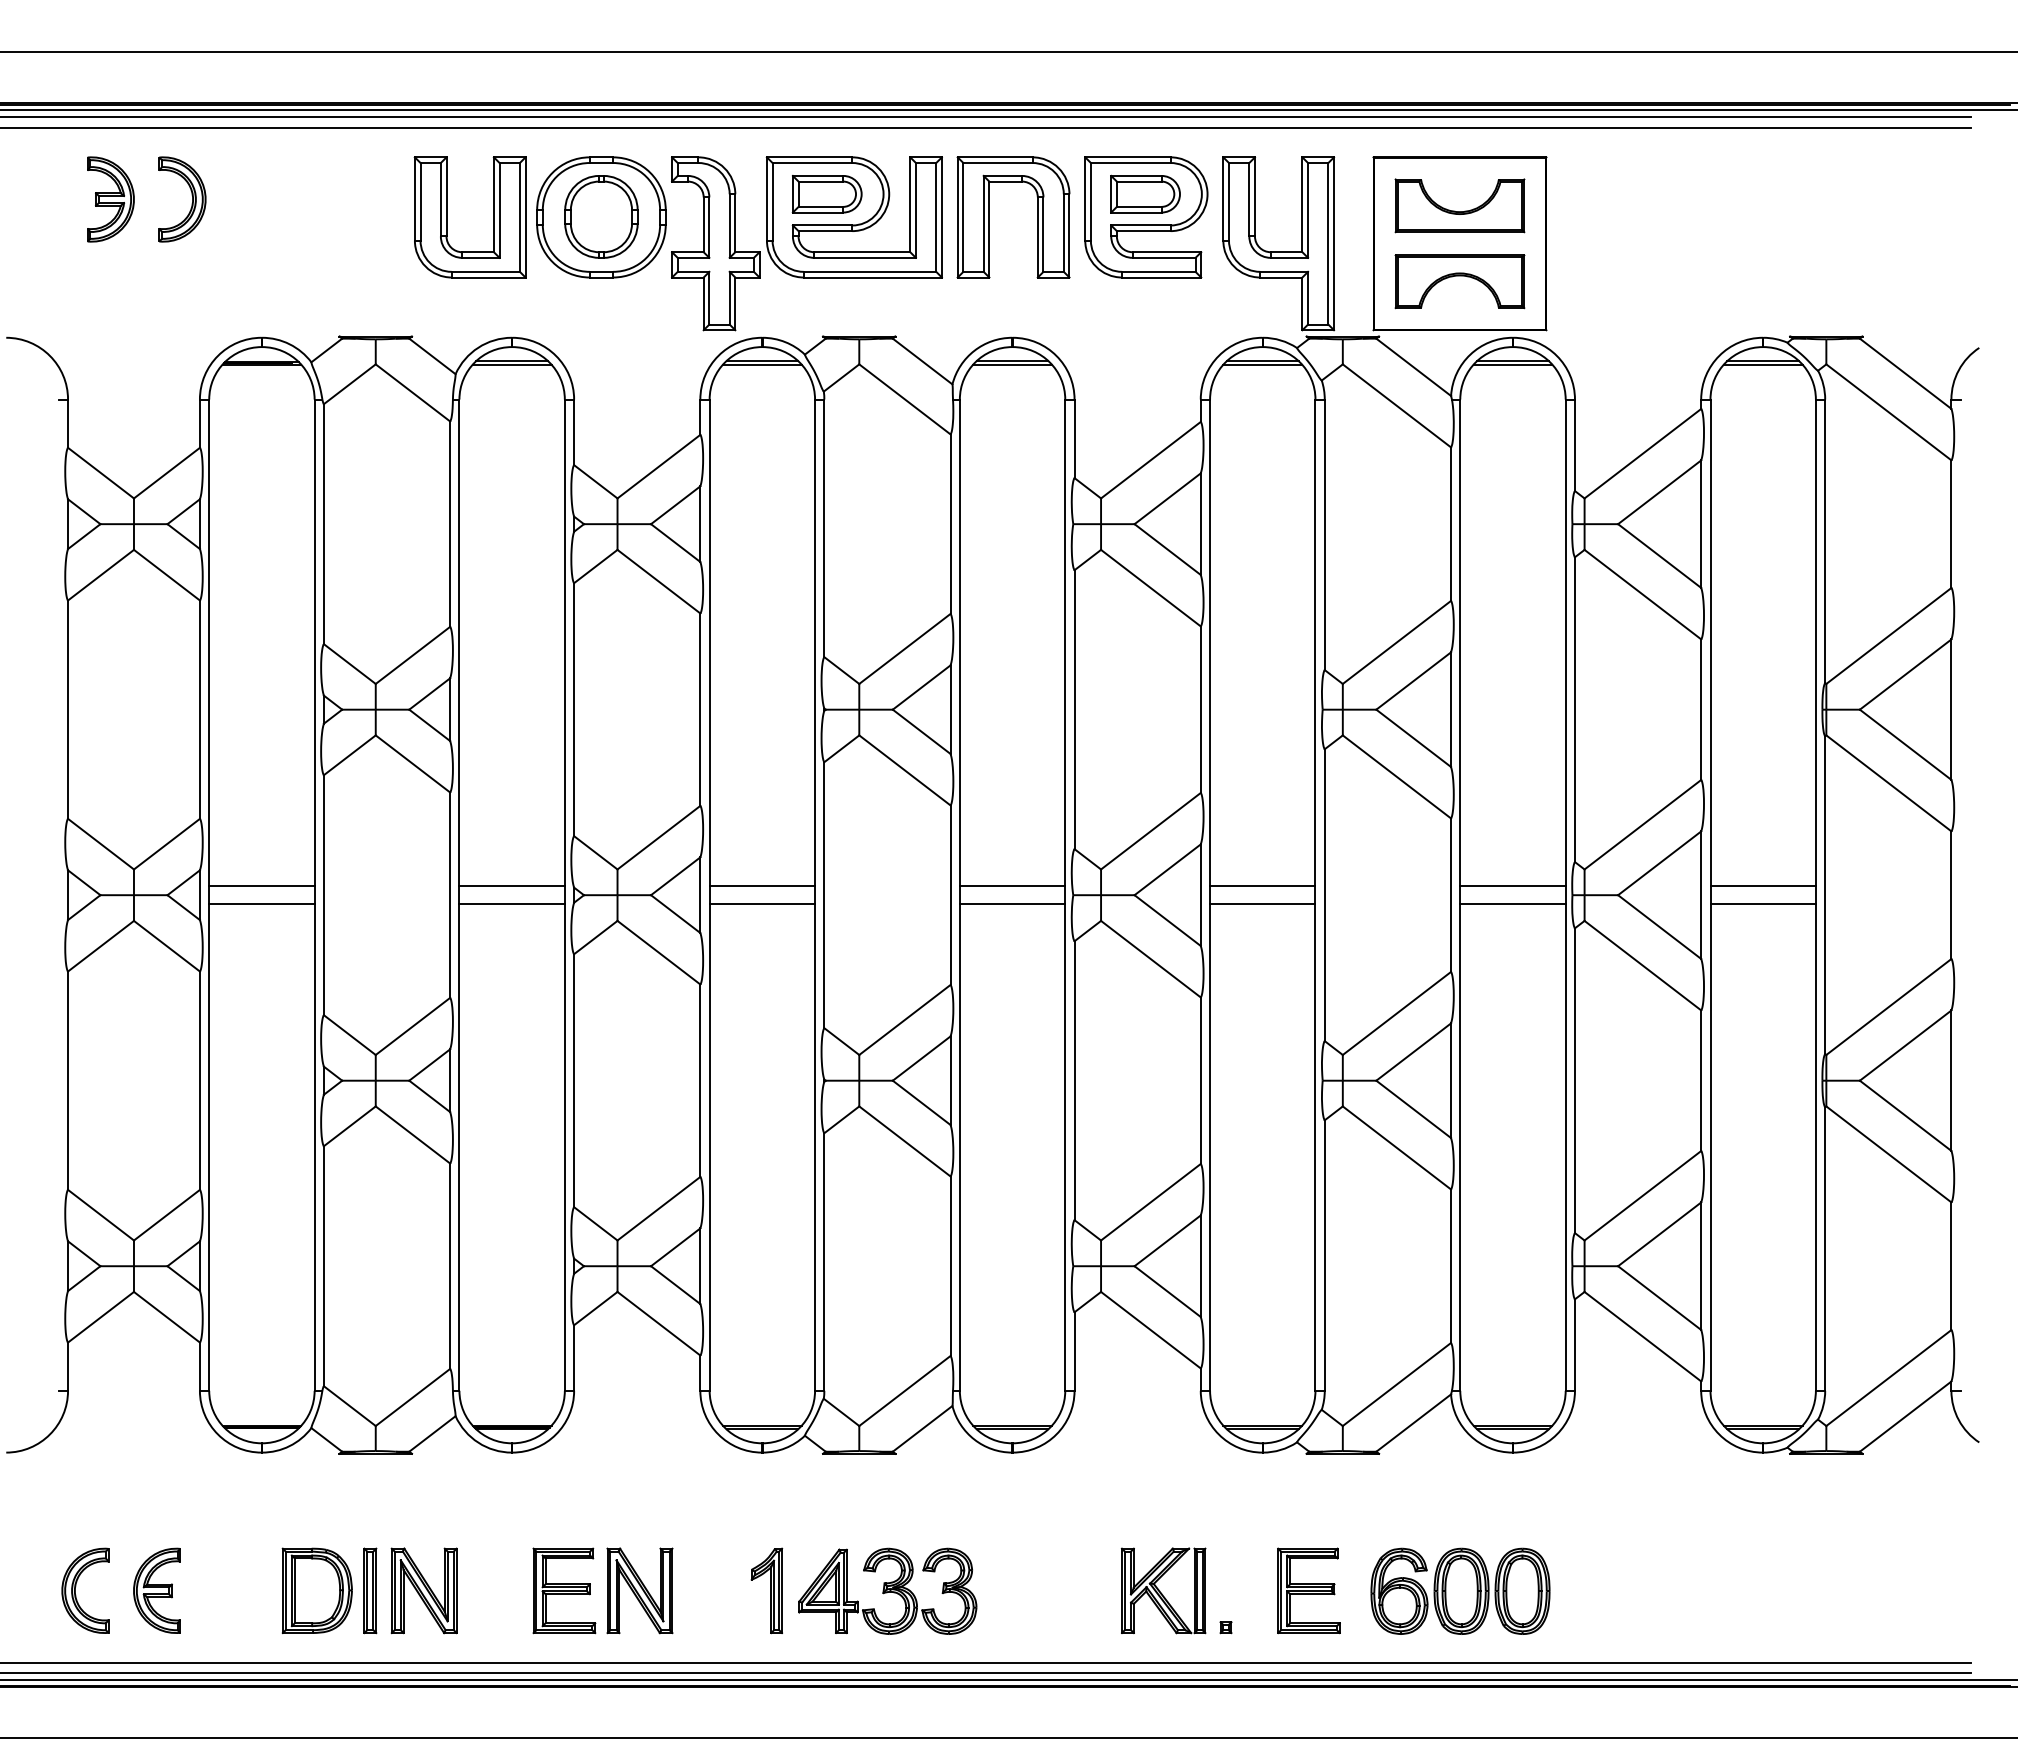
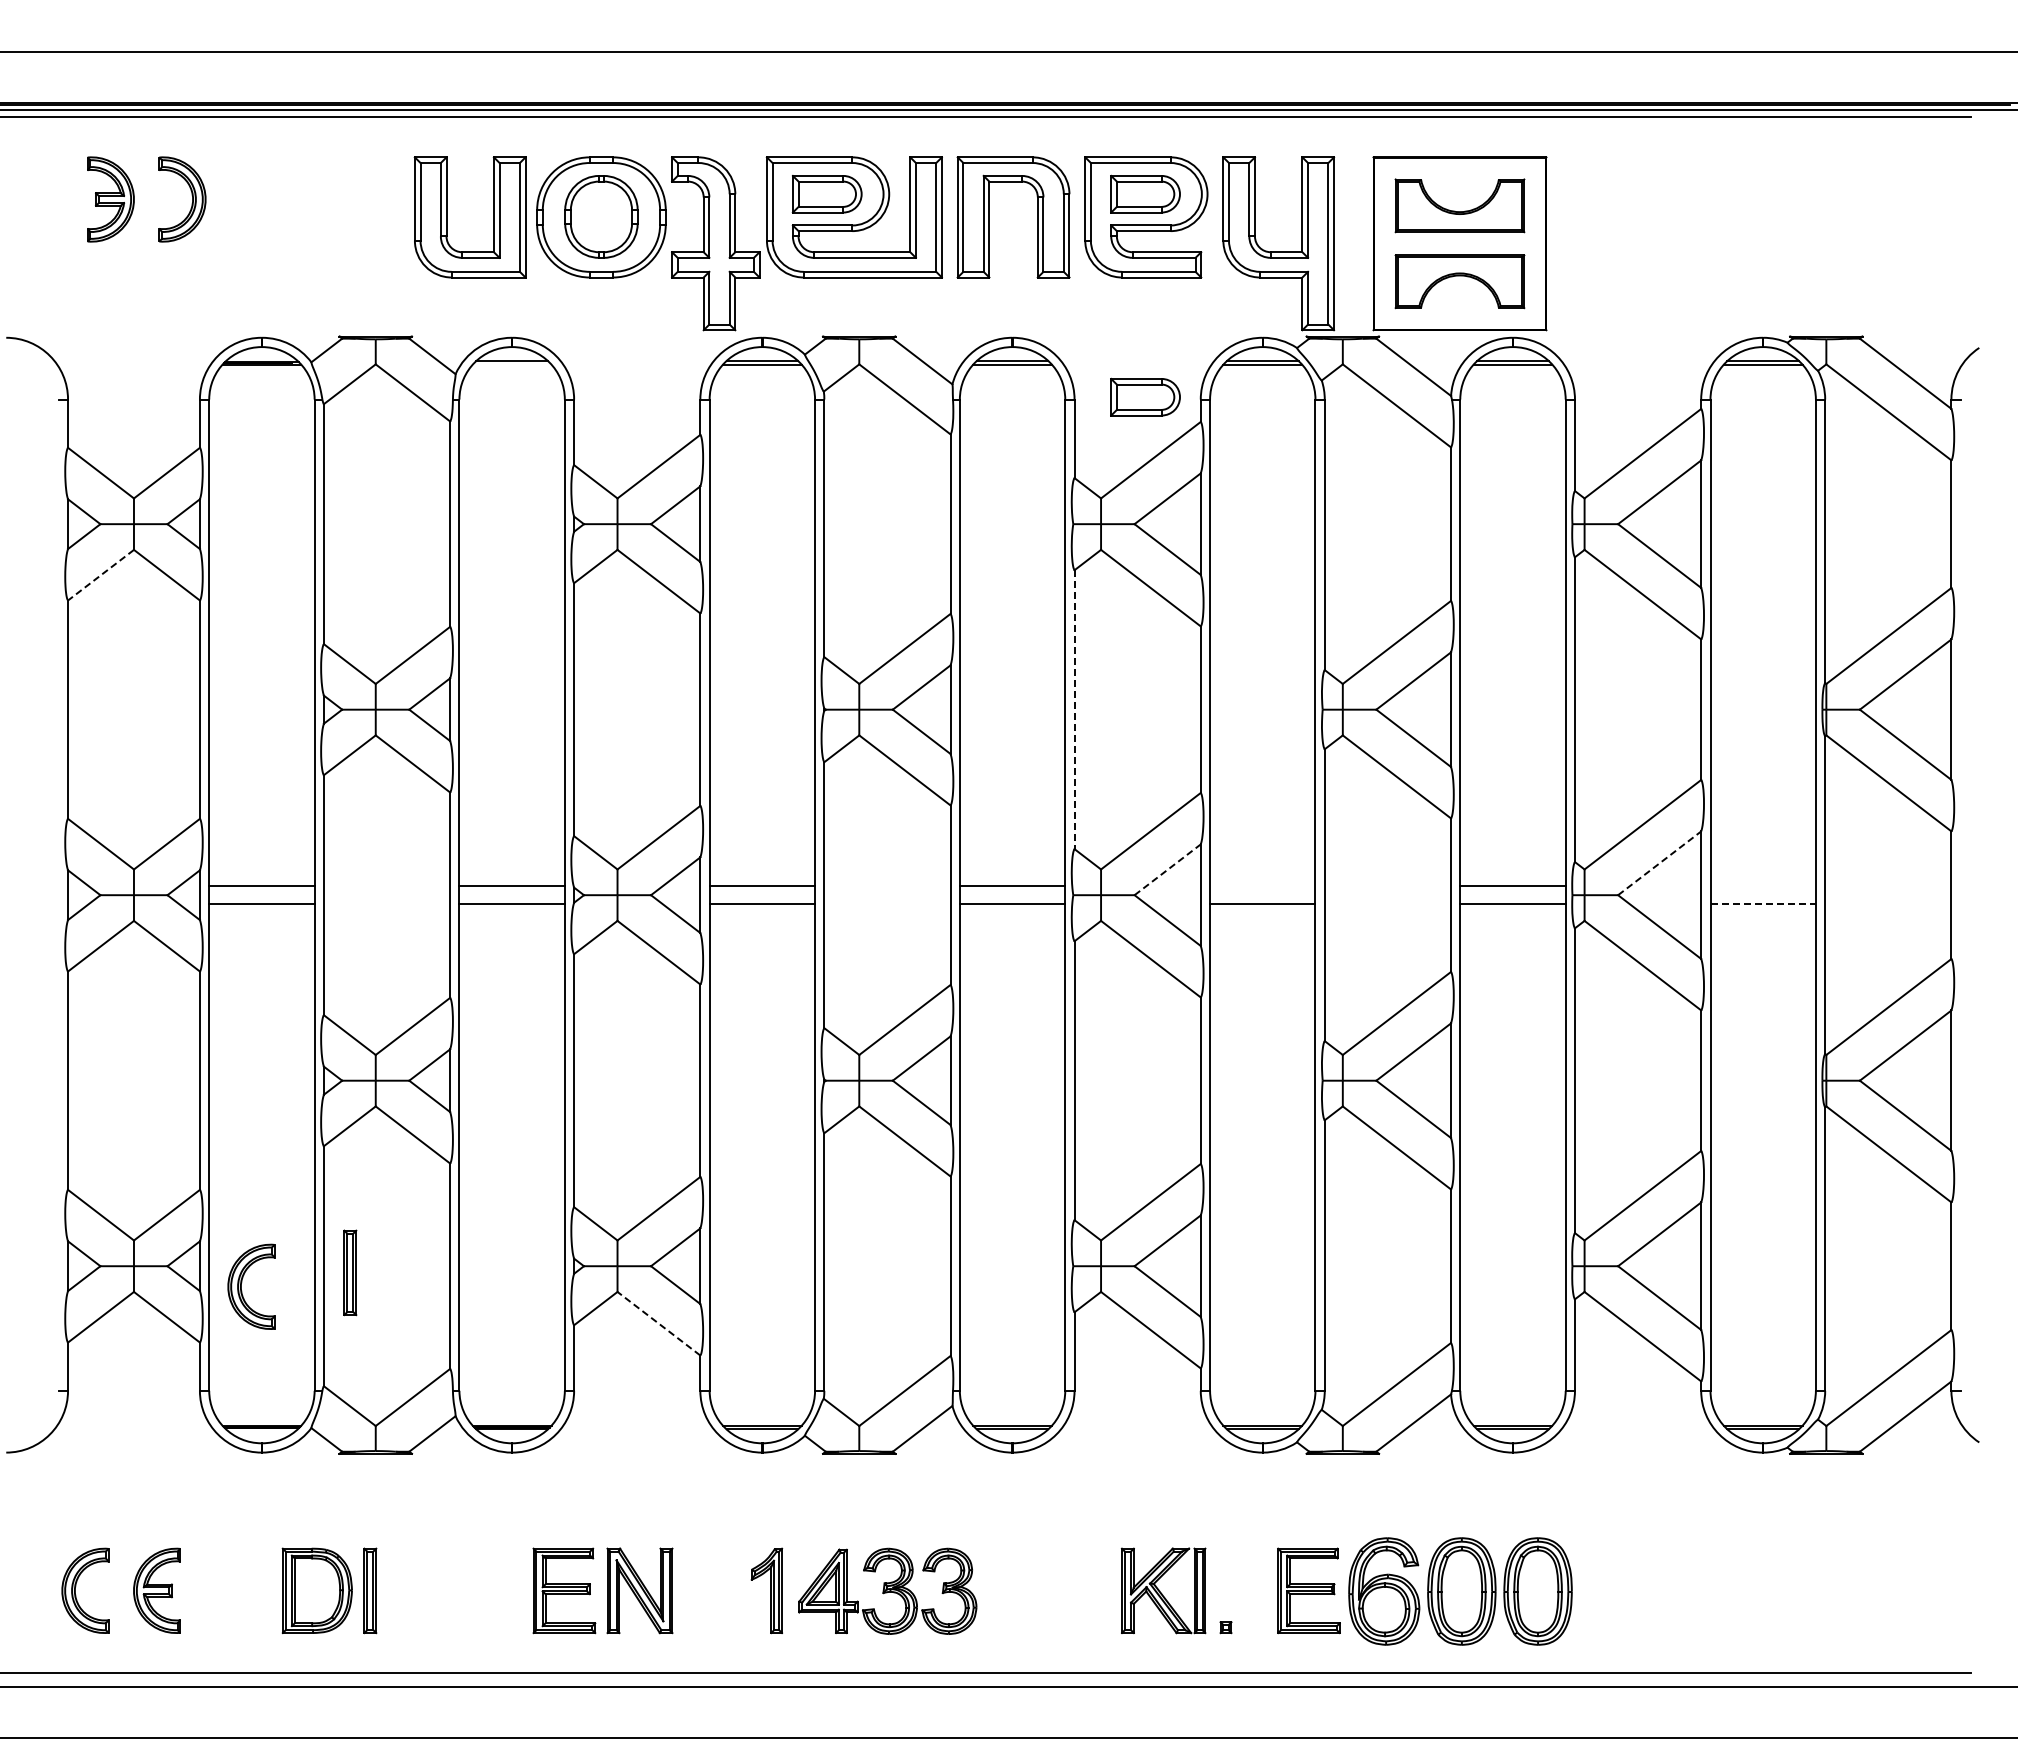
line at (986, 127): present -> none
line at (511, 364): present -> none
part at (1145, 396): none -> present
line at (101, 575): solid -> dashed
line at (1074, 710): solid -> dashed
line at (1660, 863): solid -> dashed
line at (1167, 869): solid -> dashed
line at (1262, 886): present -> none
line at (1762, 886): present -> none
line at (1763, 903): solid -> dashed
part at (350, 1272): none -> present
part at (242, 1282): none -> present
line at (658, 1323): solid -> dashed
part at (423, 1590): present -> none
part at (1460, 1590) size: 181x88 px -> 225x109 px
line at (986, 1662): present -> none
line at (1008, 1680): present -> none
line at (1006, 1685): present -> none
